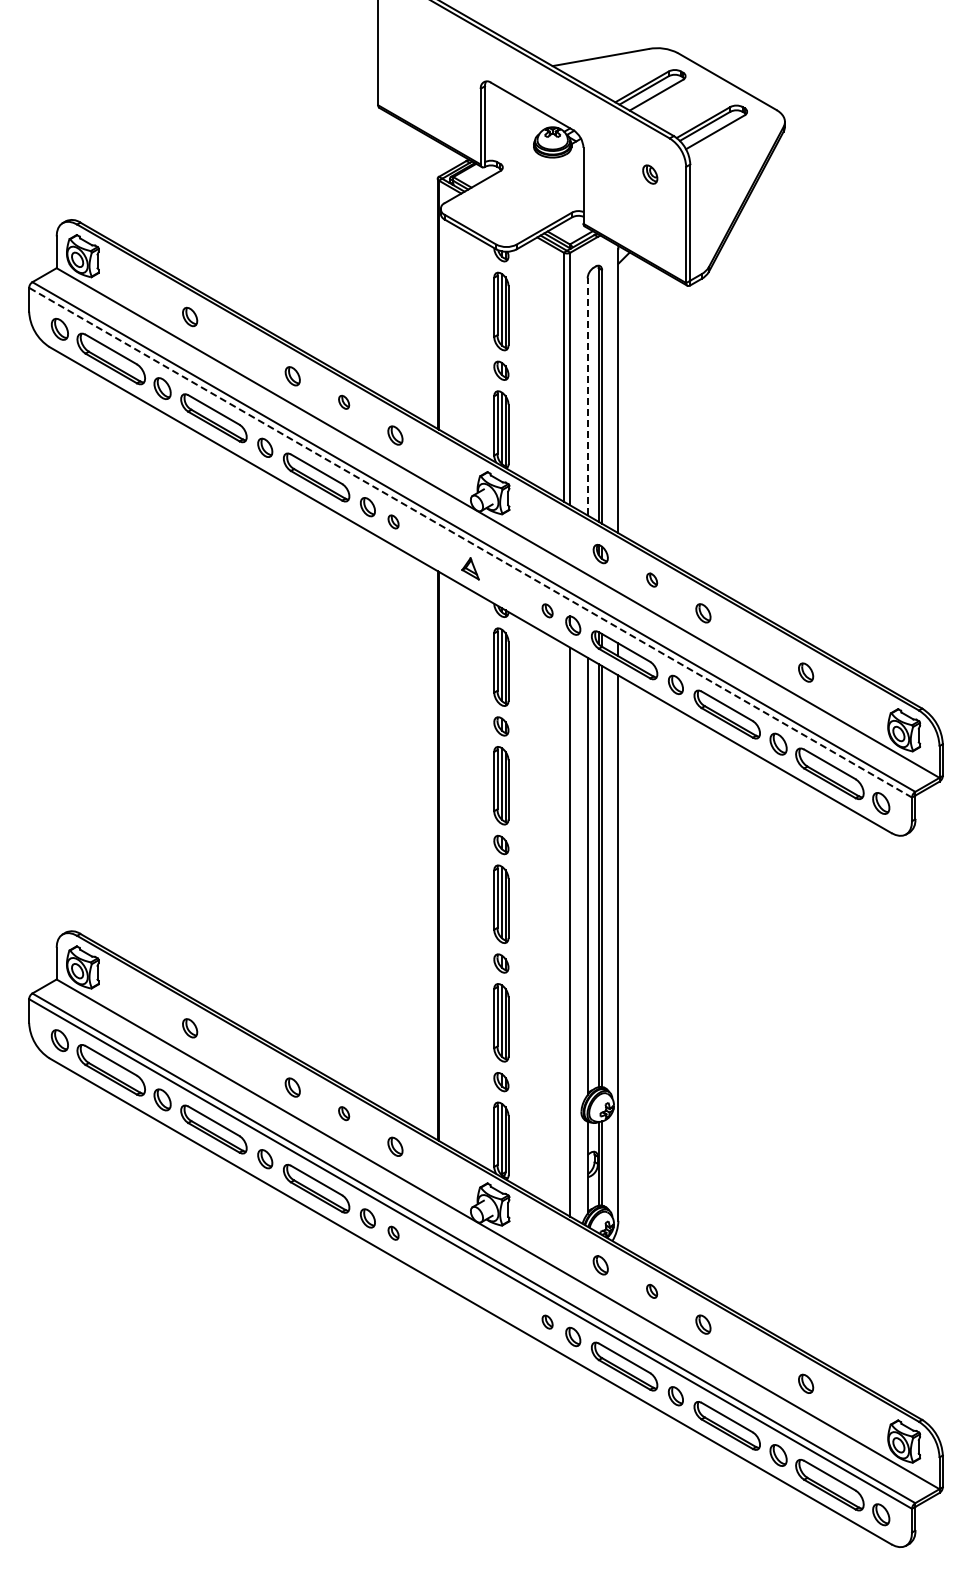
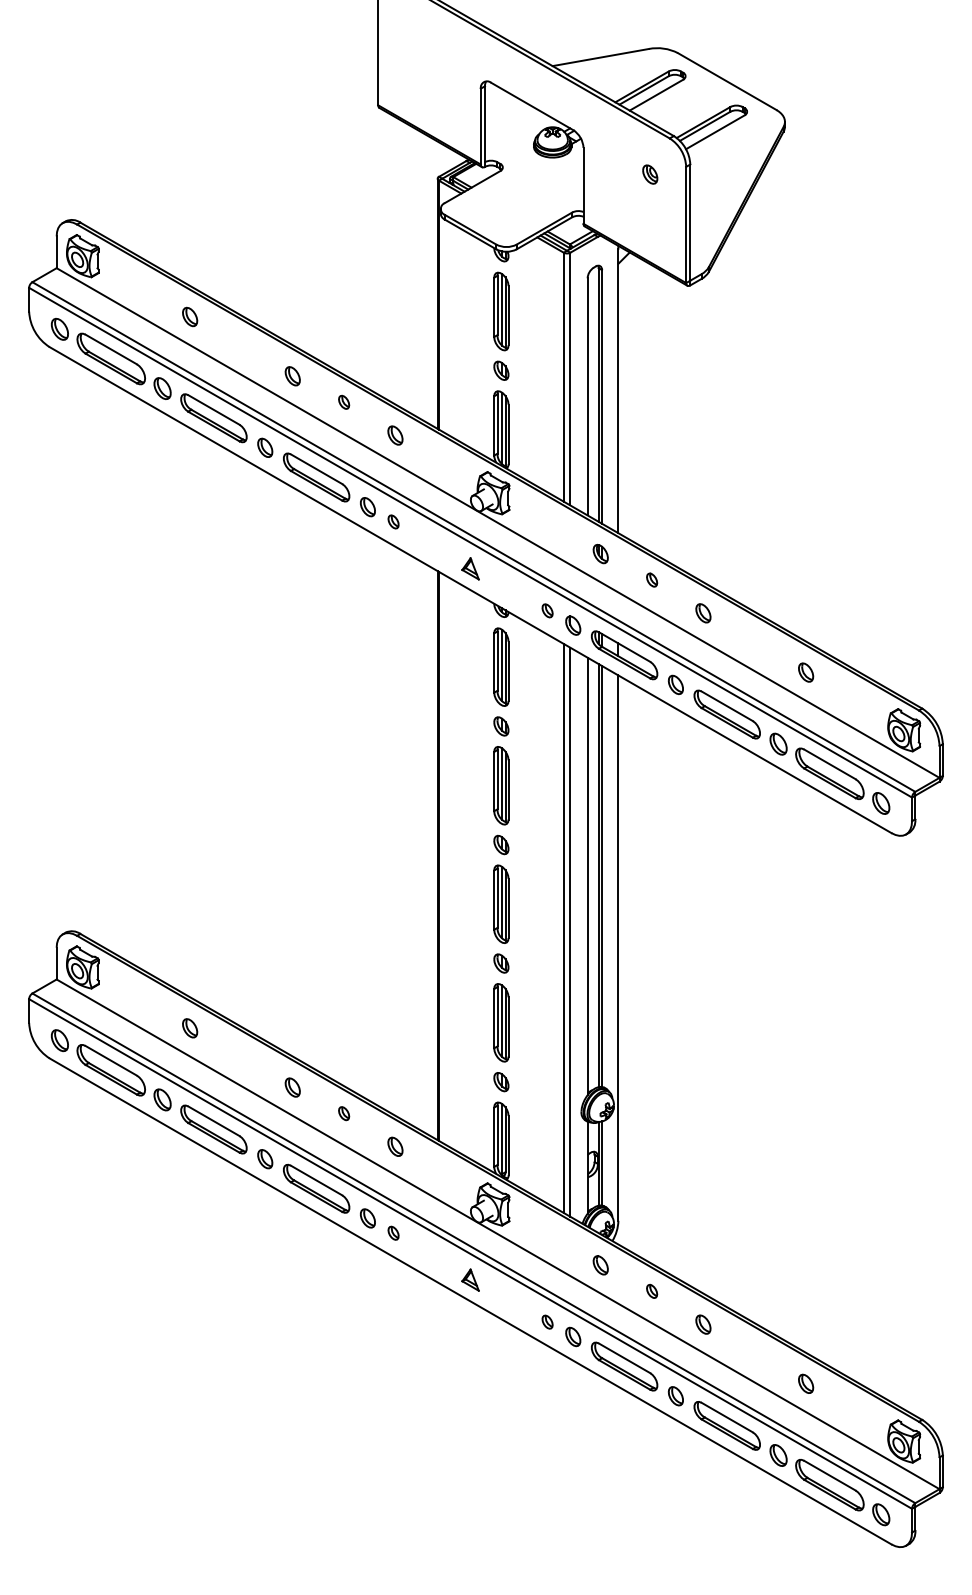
line at (587, 396): dashed -> solid
line at (470, 542): dashed -> solid
line at (563, 927): none -> present
part at (470, 1279): none -> present
